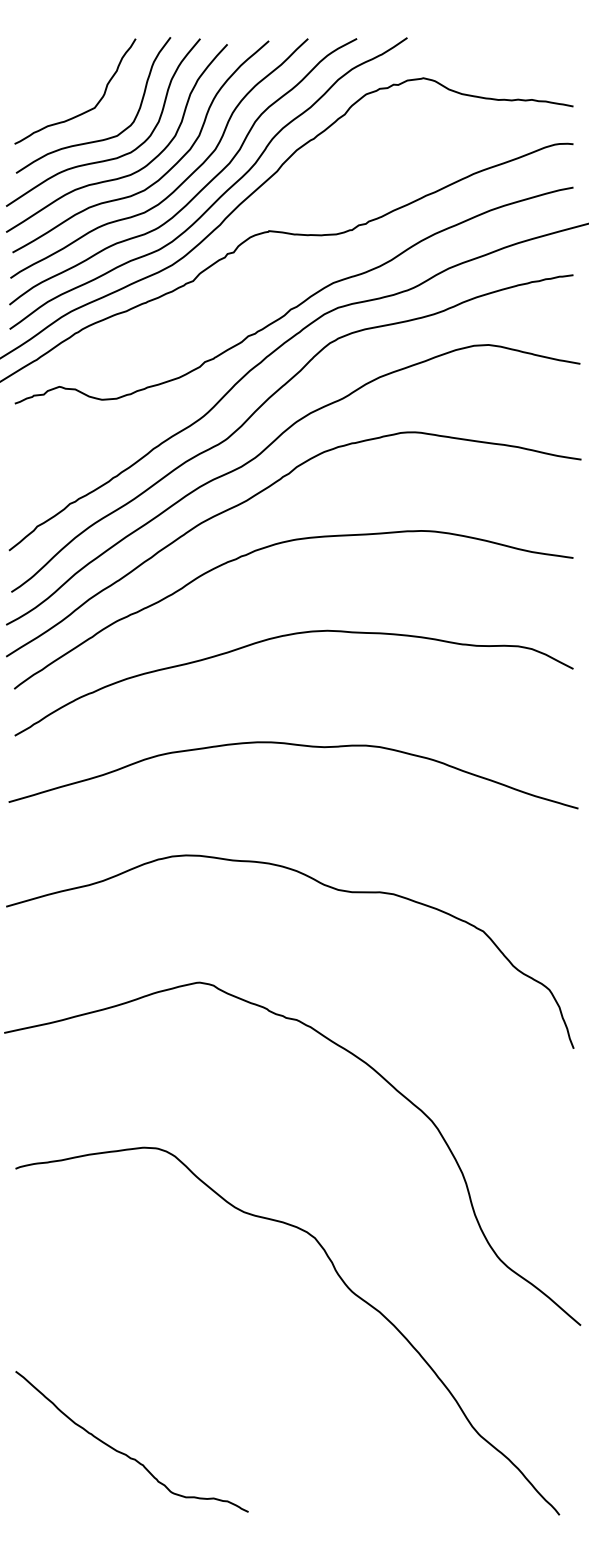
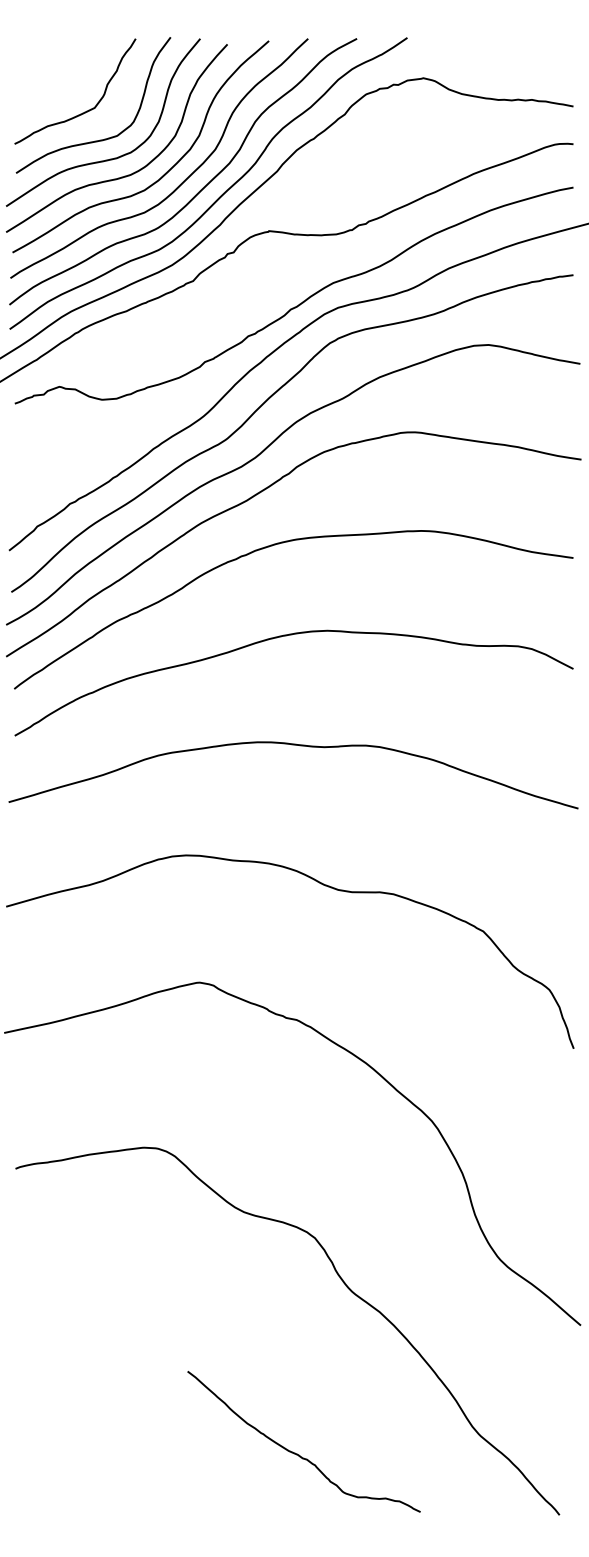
curve at (125, 1453) position: (125, 1453) -> (297, 1453)
